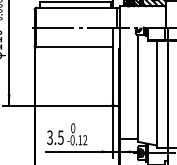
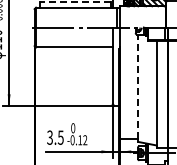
line at (75, 2): solid -> dashed
line at (138, 86): solid -> dashed
